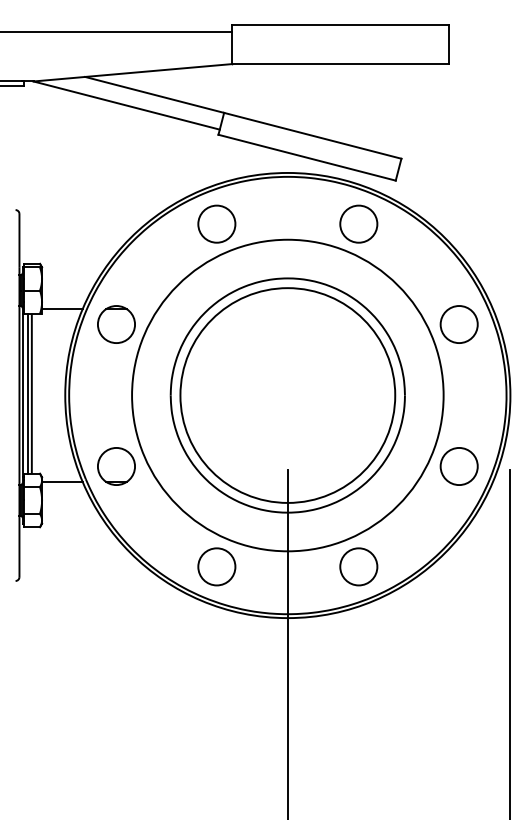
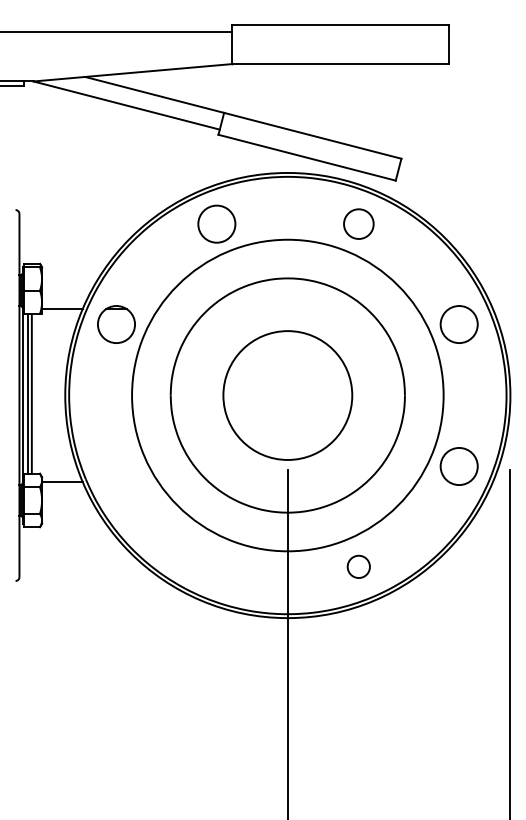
circle at (358, 223) size: 40x40 px -> 32x32 px
circle at (287, 395) diameter: 215 px -> 129 px
part at (116, 466): present -> none
circle at (216, 566): present -> none
circle at (358, 566) diameter: 37 px -> 22 px
